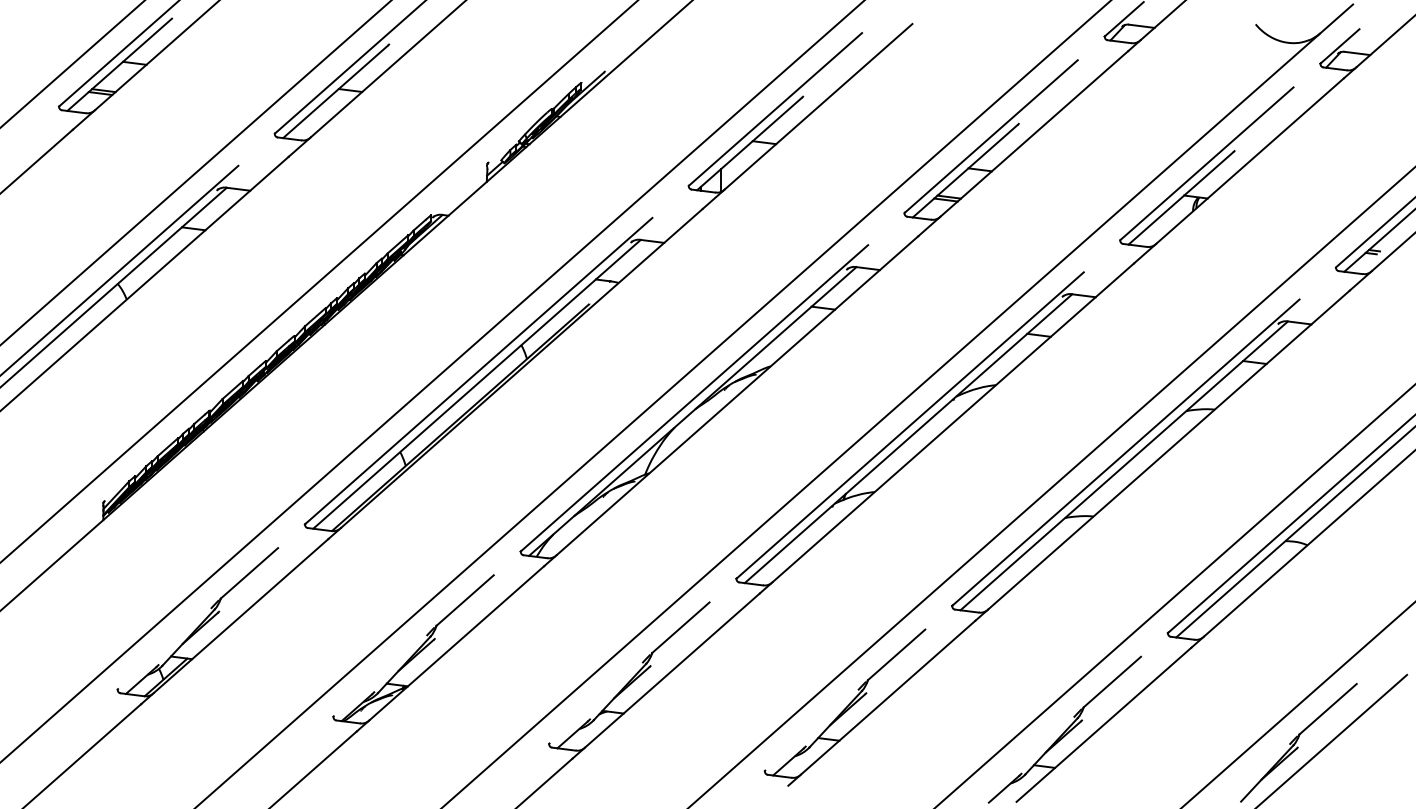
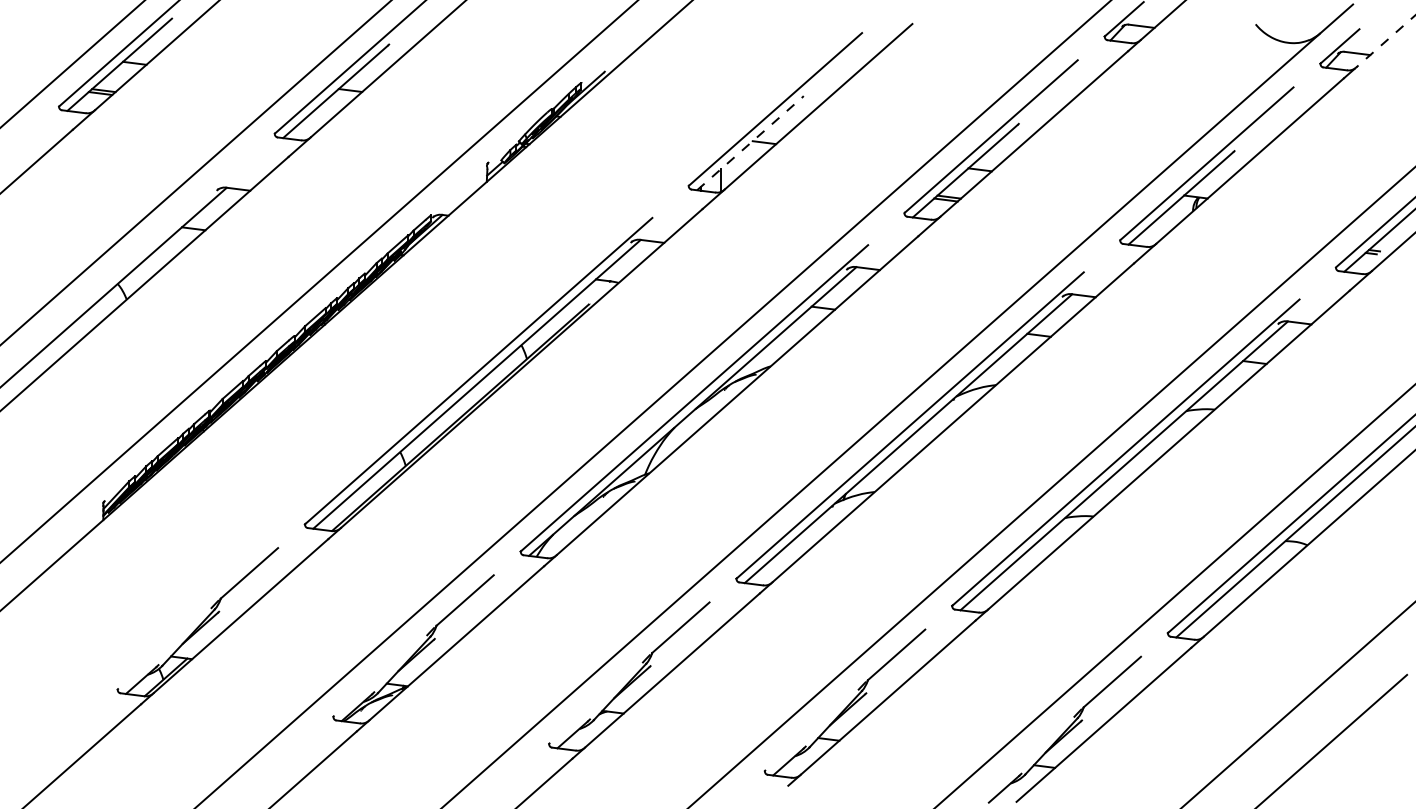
line at (1385, 41): solid -> dashed
line at (749, 144): solid -> dashed
line at (120, 269): present -> none
line at (432, 381): present -> none
part at (1298, 742): present -> none
